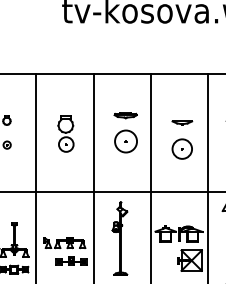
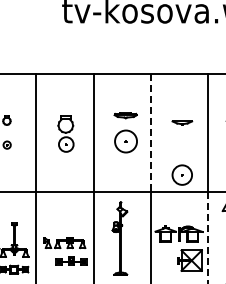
line at (150, 132): solid -> dashed
part at (181, 148) position: (181, 148) -> (181, 174)
line at (208, 237): solid -> dashed
